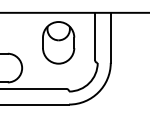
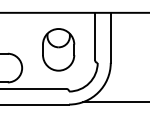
part at (58, 42) position: (58, 42) -> (58, 49)
line at (114, 102): none -> present
